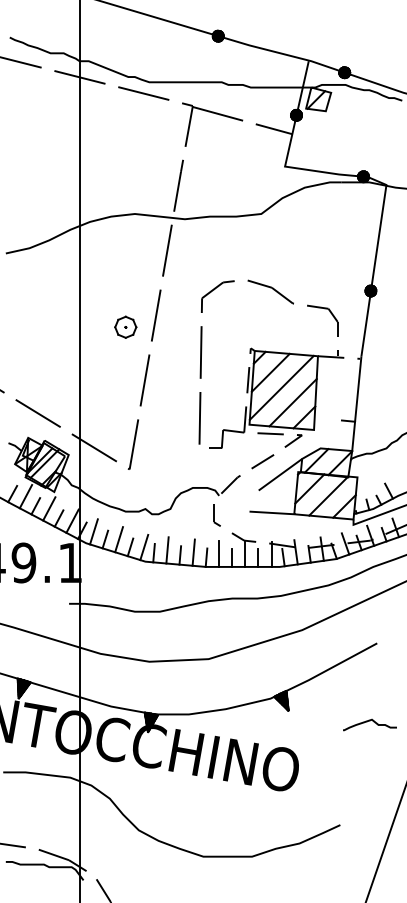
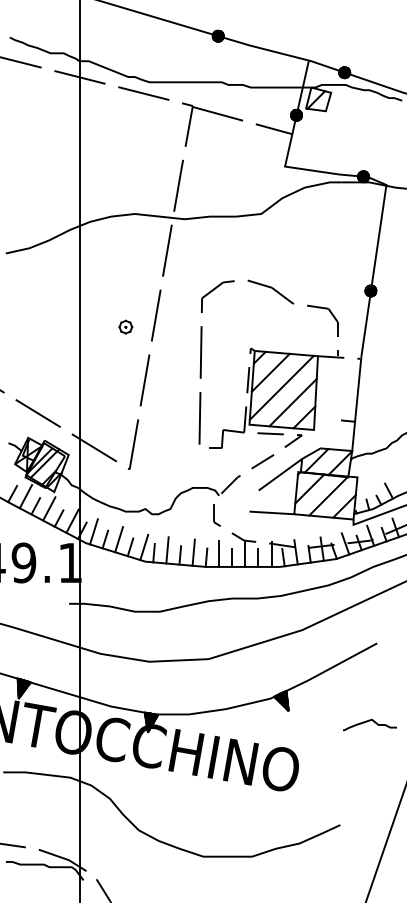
part at (125, 326) size: 24x24 px -> 16x16 px
